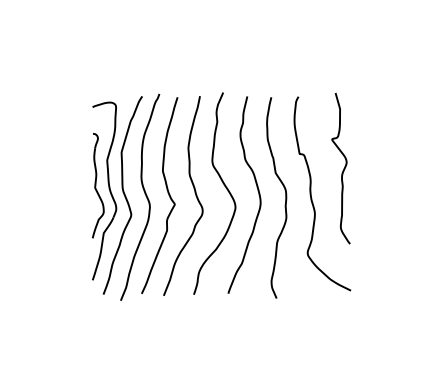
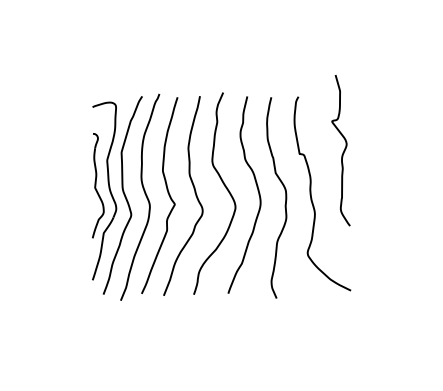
curve at (342, 170) position: (342, 170) -> (342, 152)
